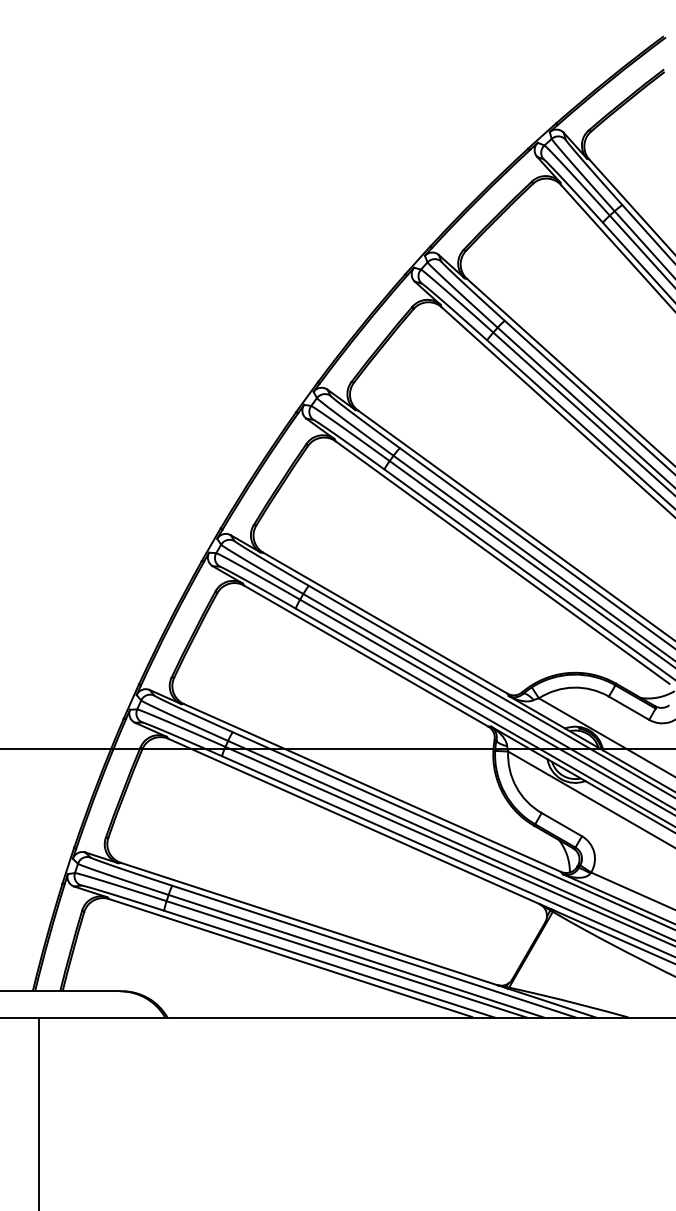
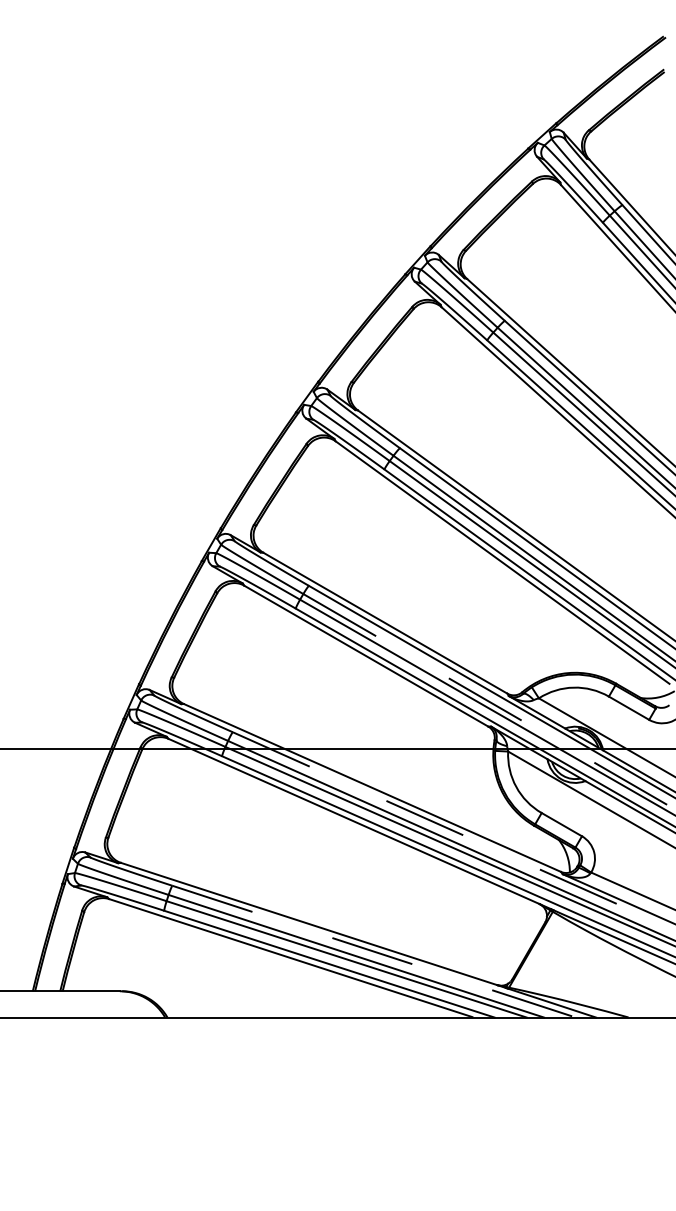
line at (489, 701): solid -> dashed
line at (454, 831): solid -> dashed
line at (374, 951): solid -> dashed
line at (38, 1112): present -> none
